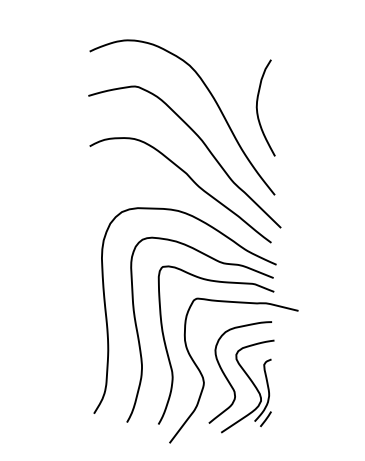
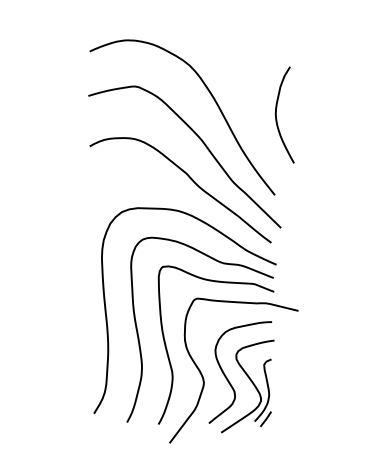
curve at (257, 107) position: (257, 107) -> (276, 114)
